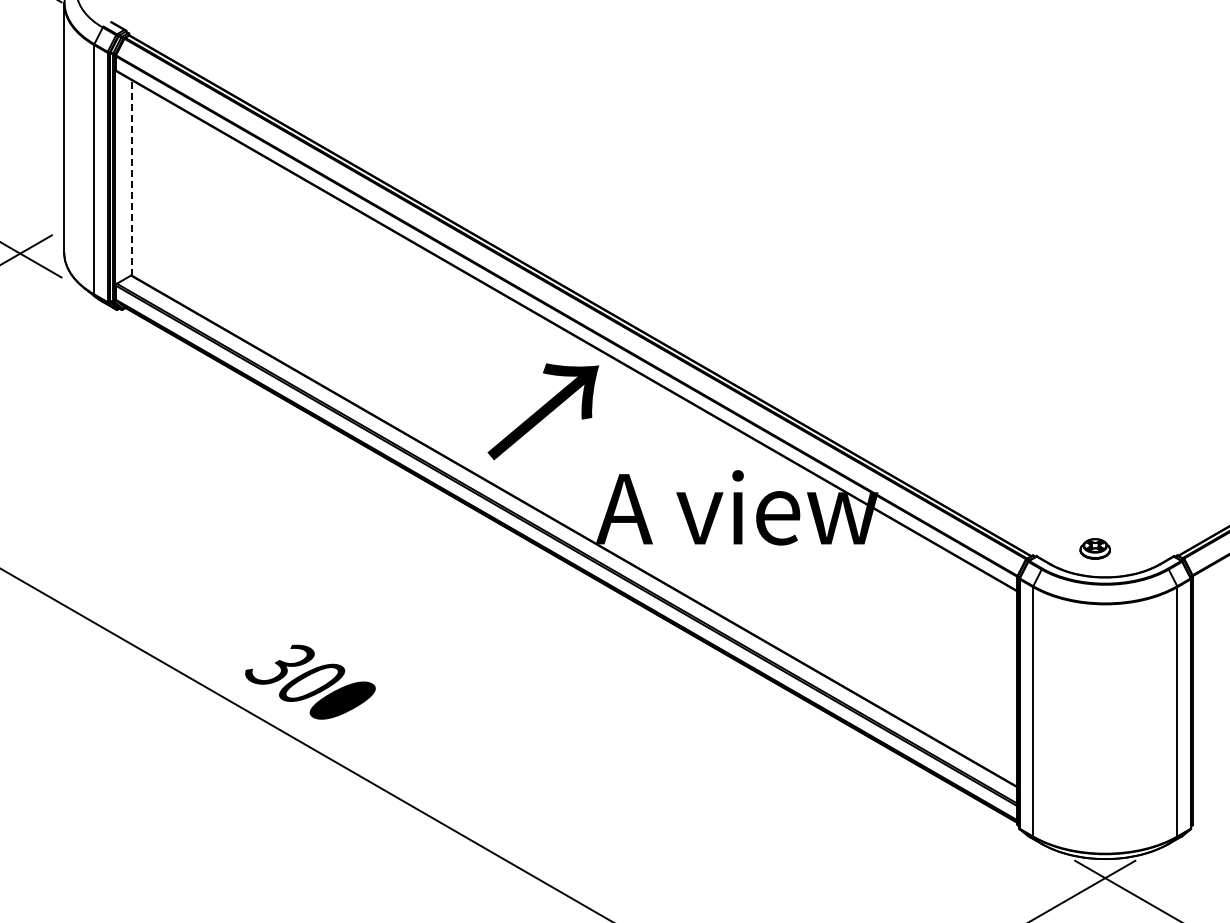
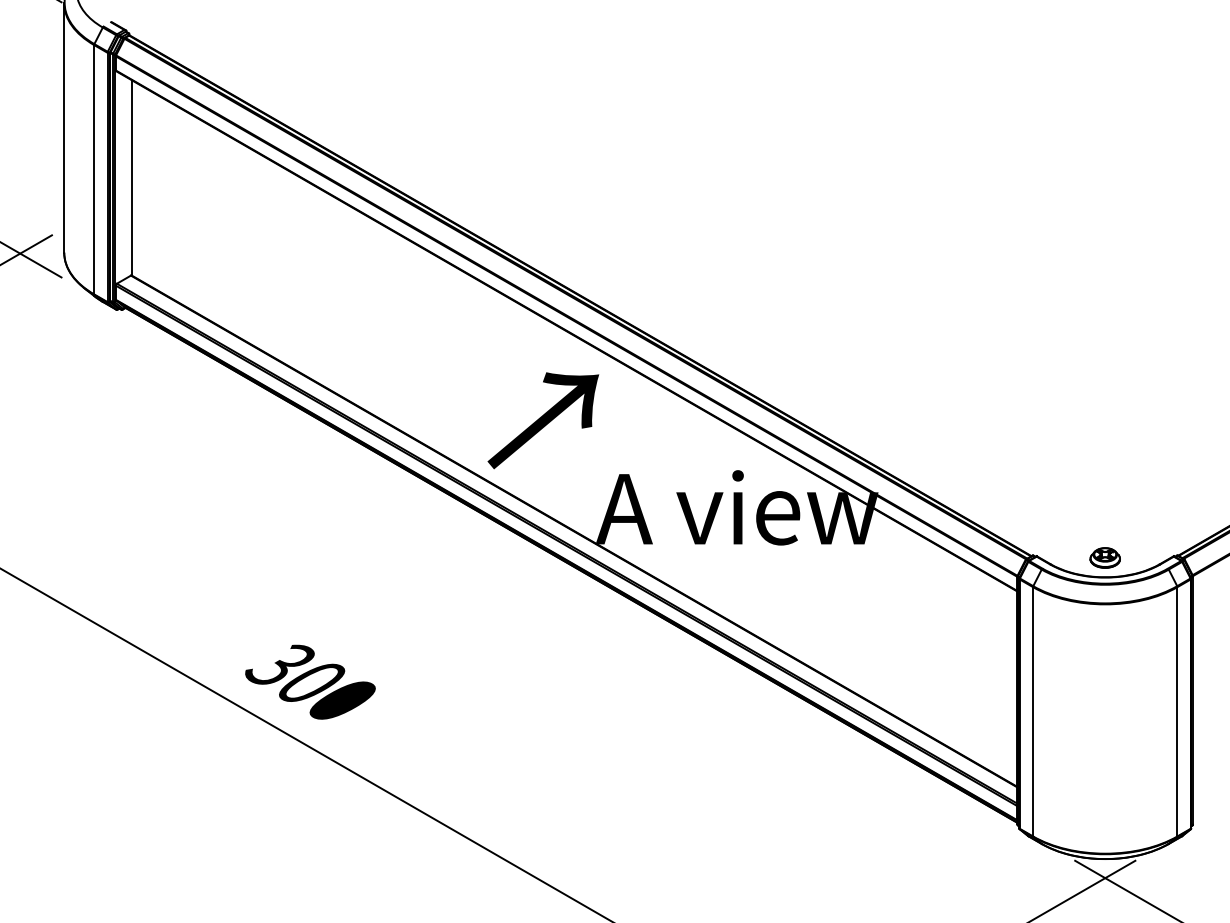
line at (132, 178): dashed -> solid
text at (543, 411) position: (543, 411) -> (543, 420)
part at (1094, 548) position: (1094, 548) -> (1104, 557)
